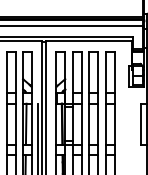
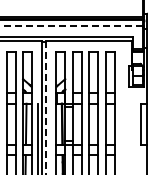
line at (71, 26): solid -> dashed
line at (46, 108): solid -> dashed
